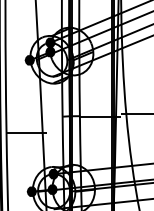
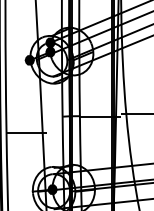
fill at (53, 173): present -> none
fill at (31, 191): present -> none
